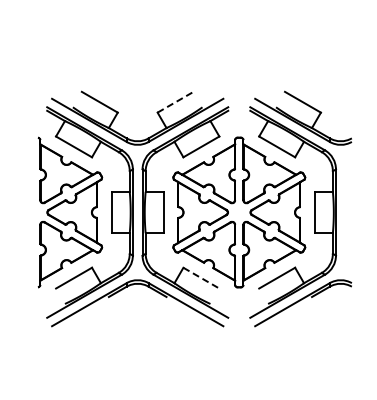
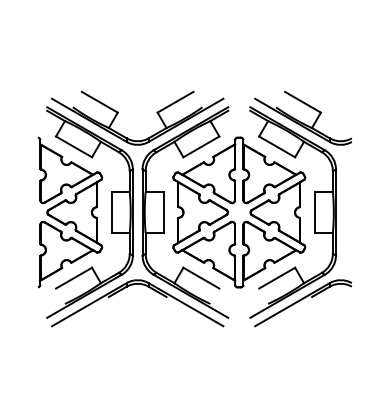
line at (175, 102): dashed -> solid
line at (201, 278): dashed -> solid
